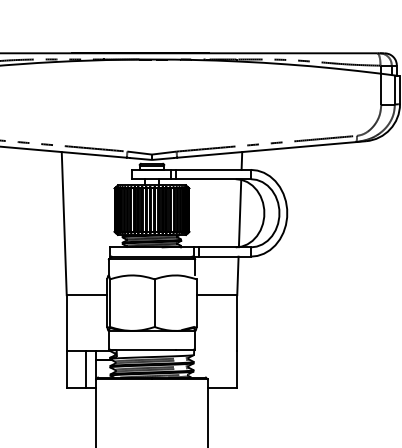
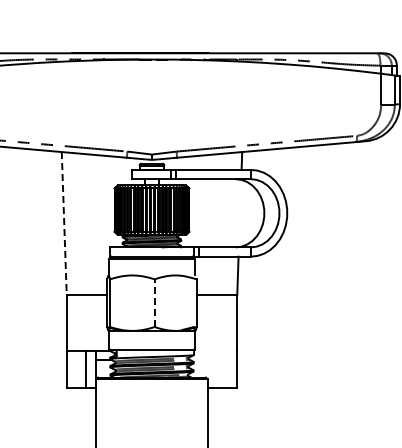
line at (239, 213): present -> none
line at (64, 223): solid -> dashed
line at (154, 303): solid -> dashed
